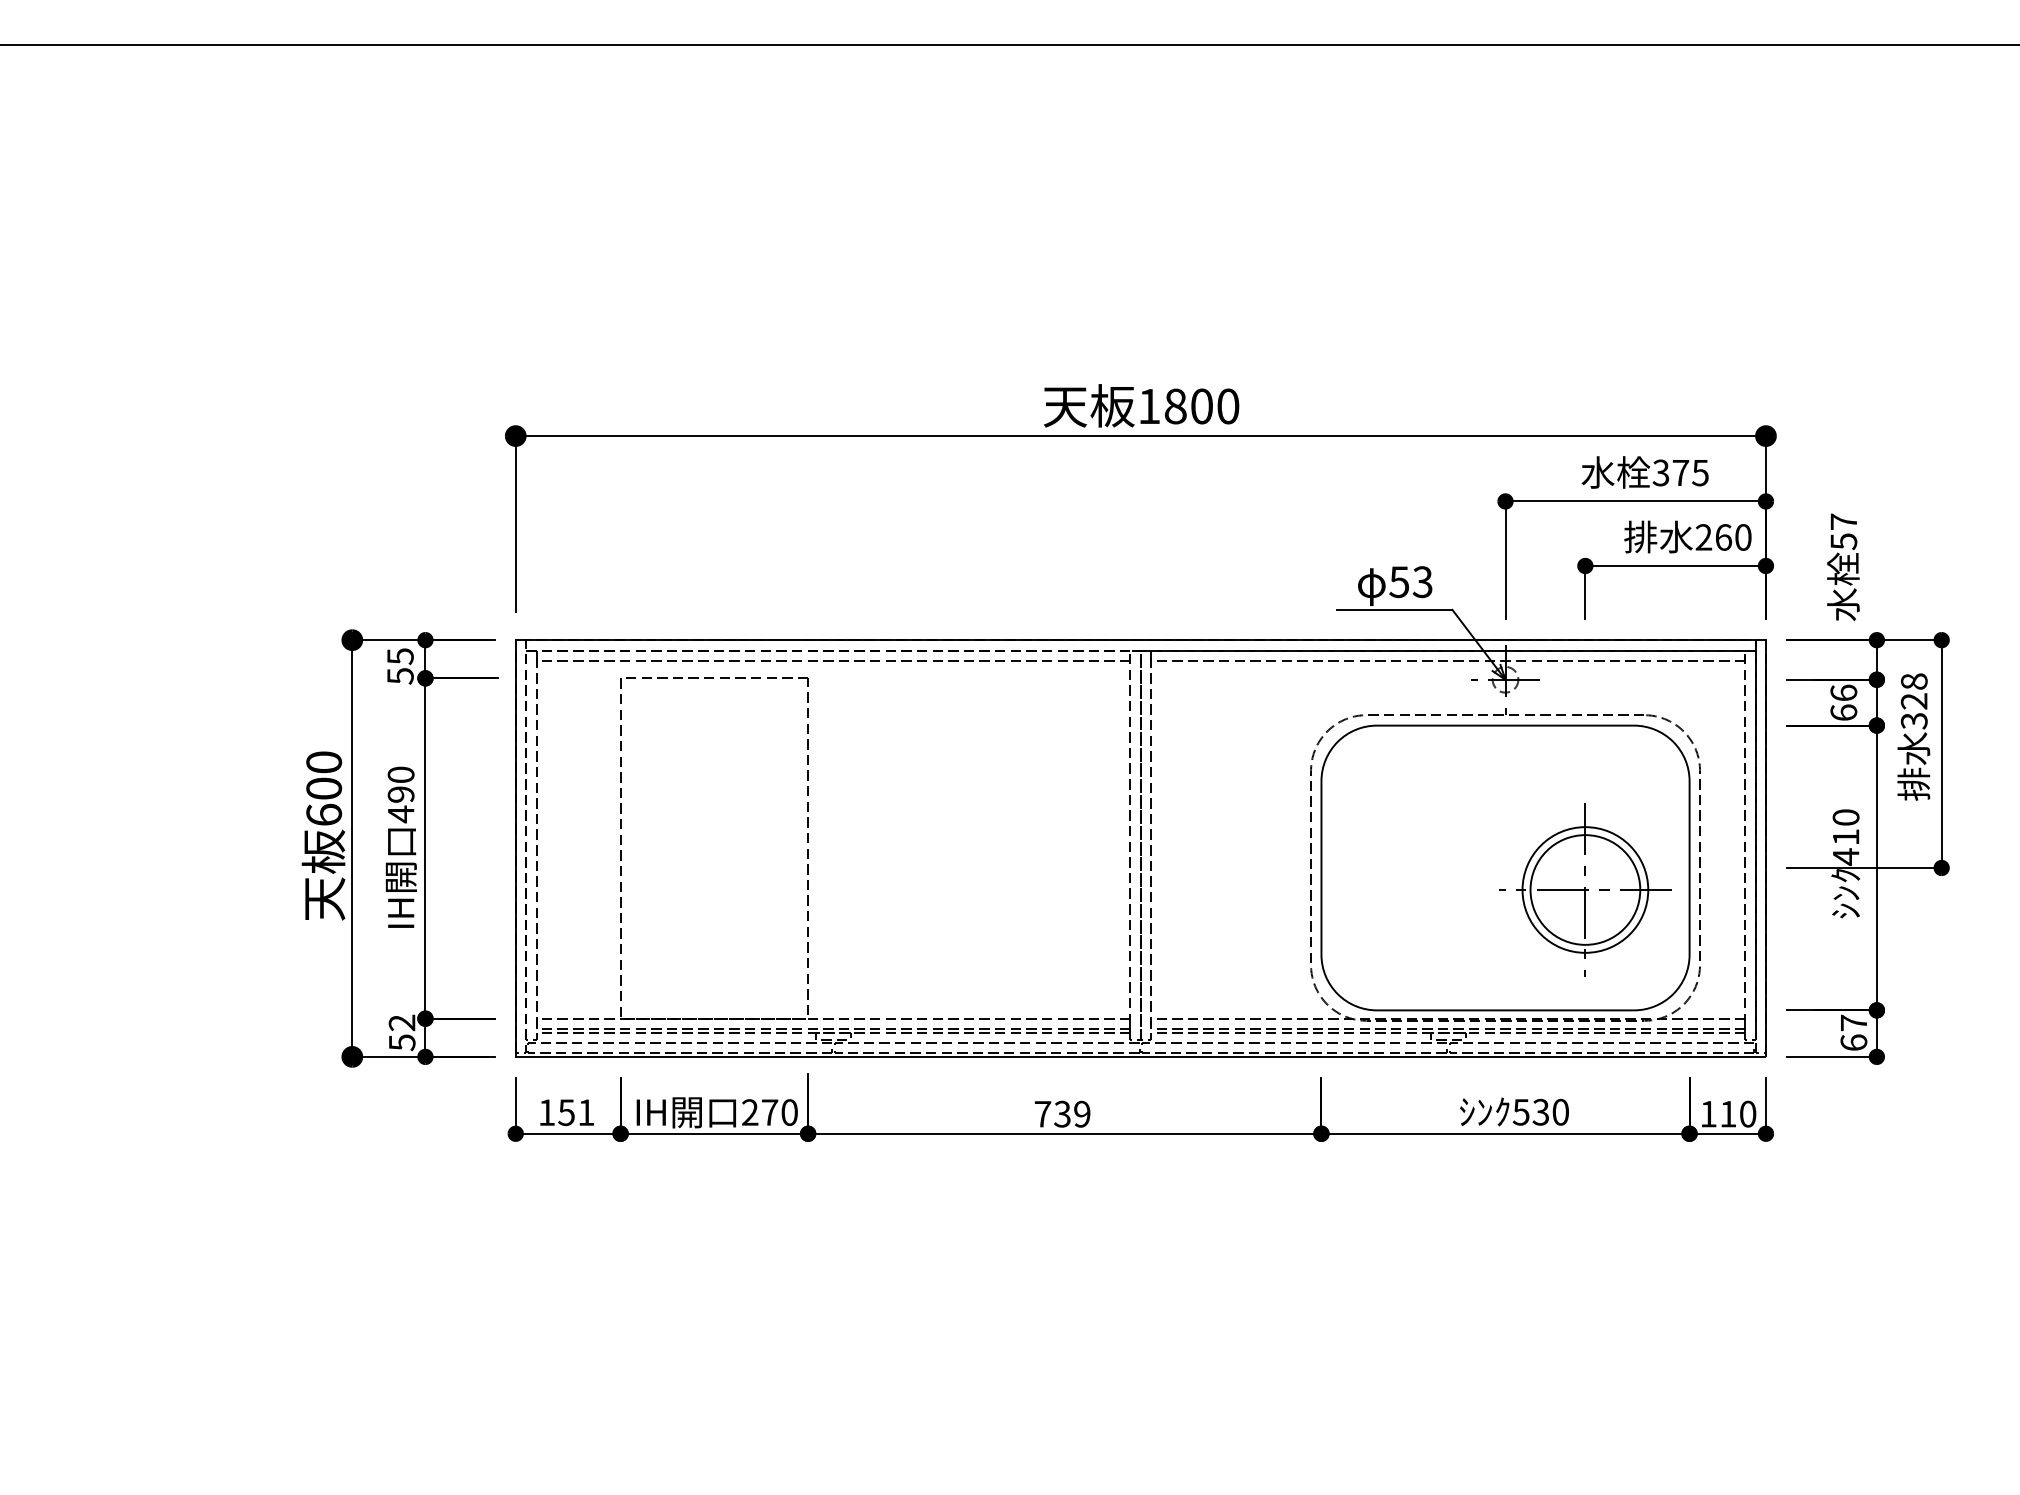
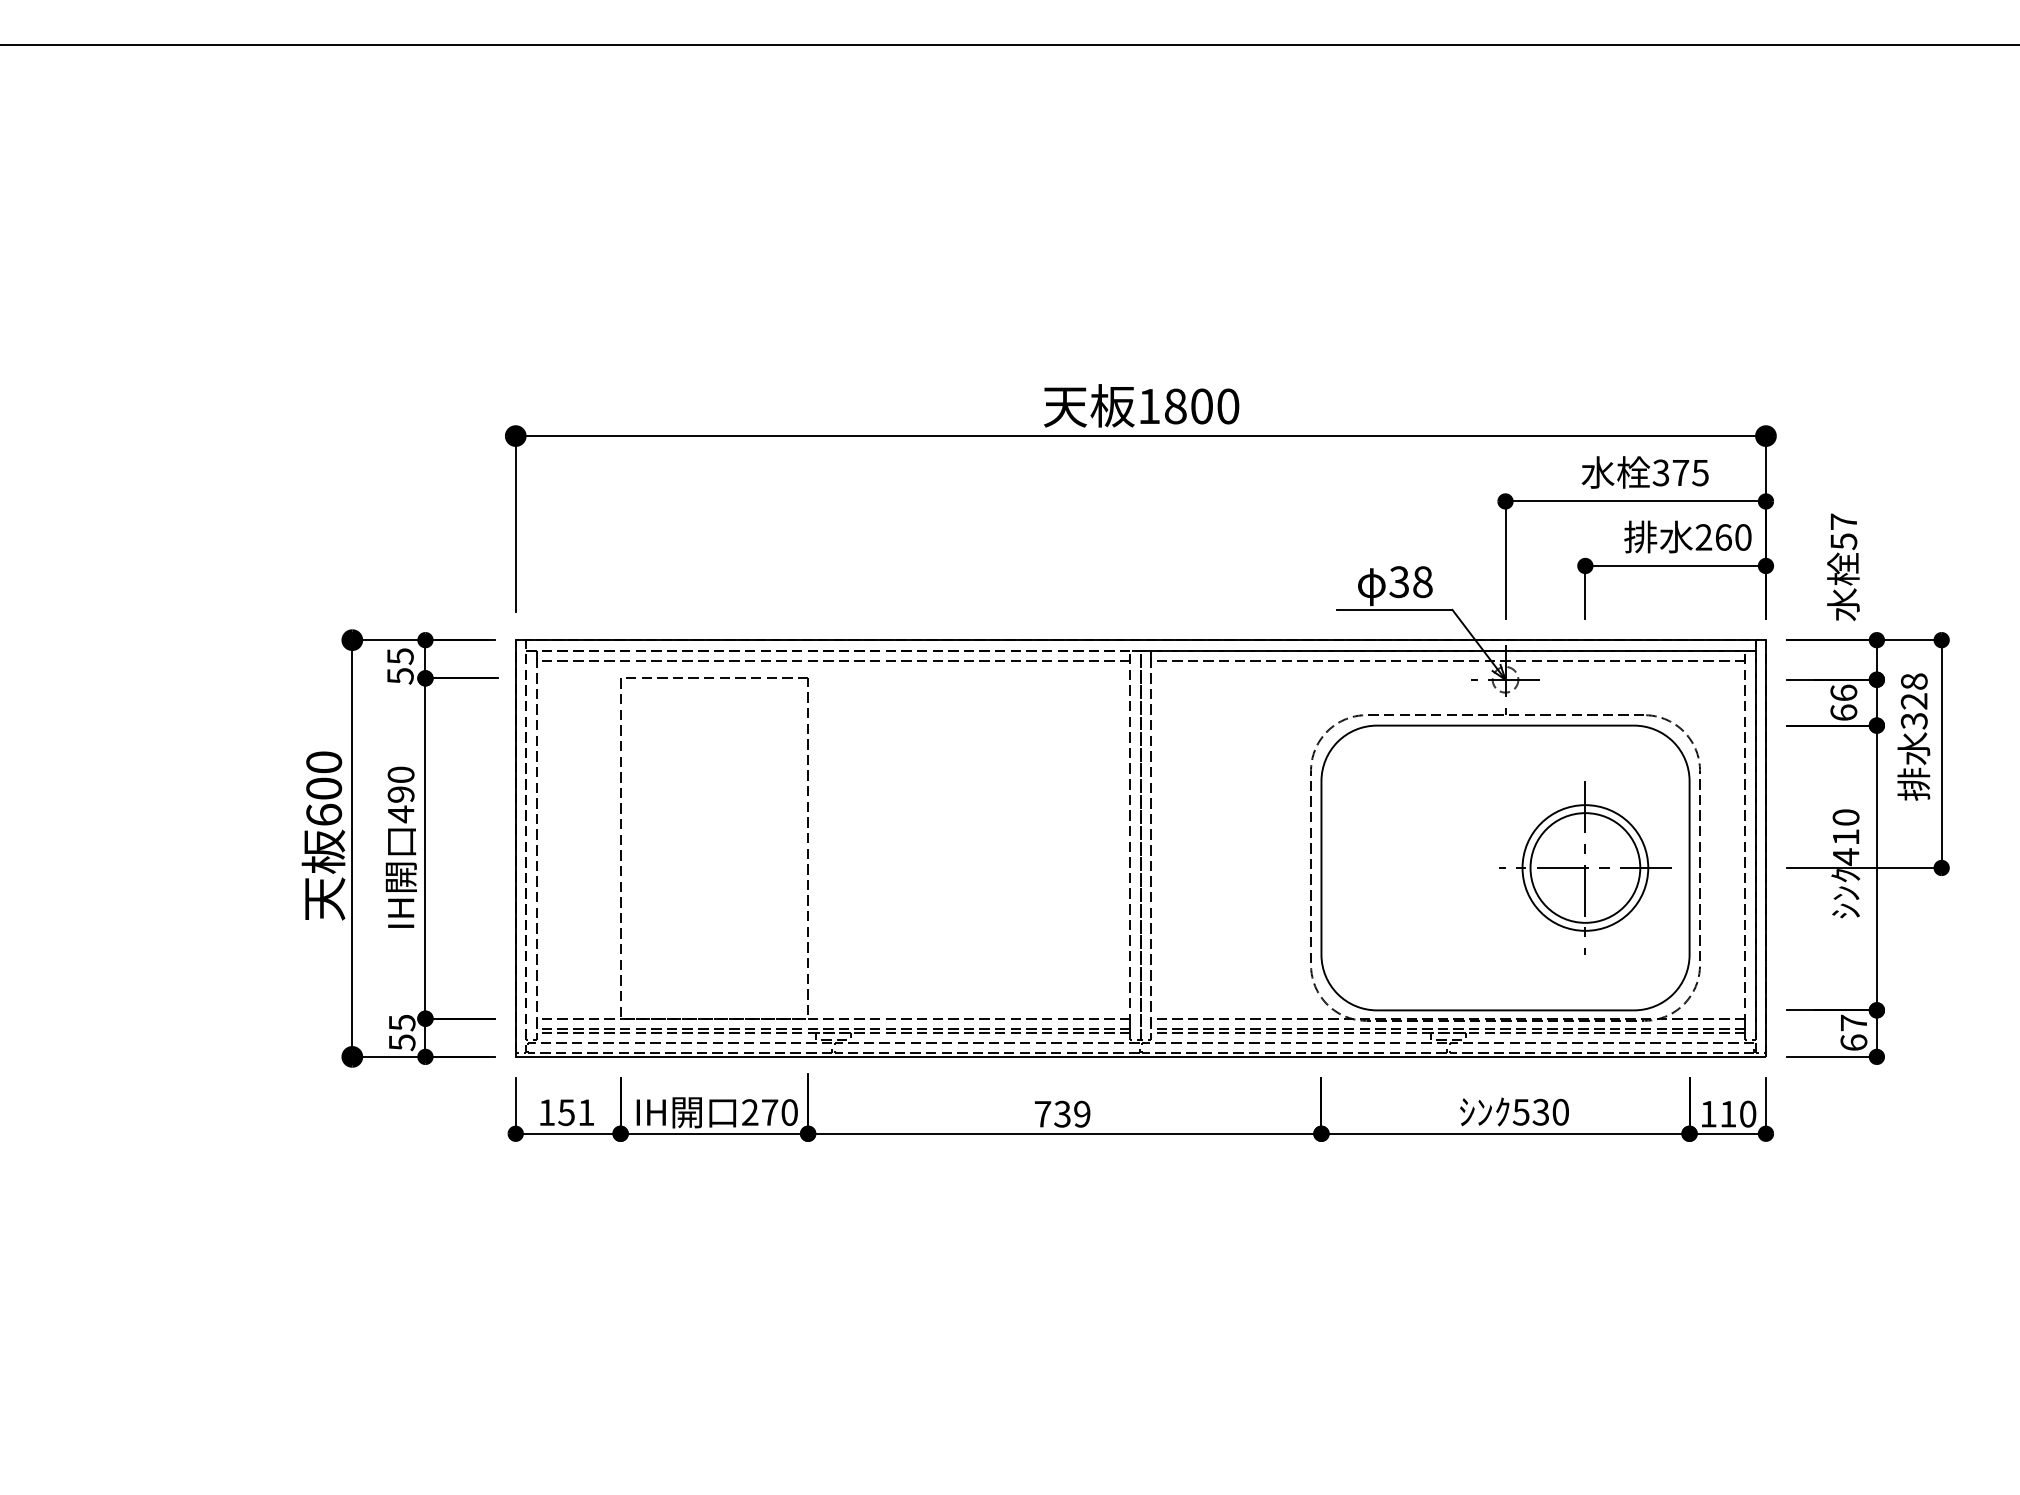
text at (1410, 581): 53 -> 38
part at (1585, 889) position: (1585, 889) -> (1585, 867)
text at (401, 1022): 52 -> 55
